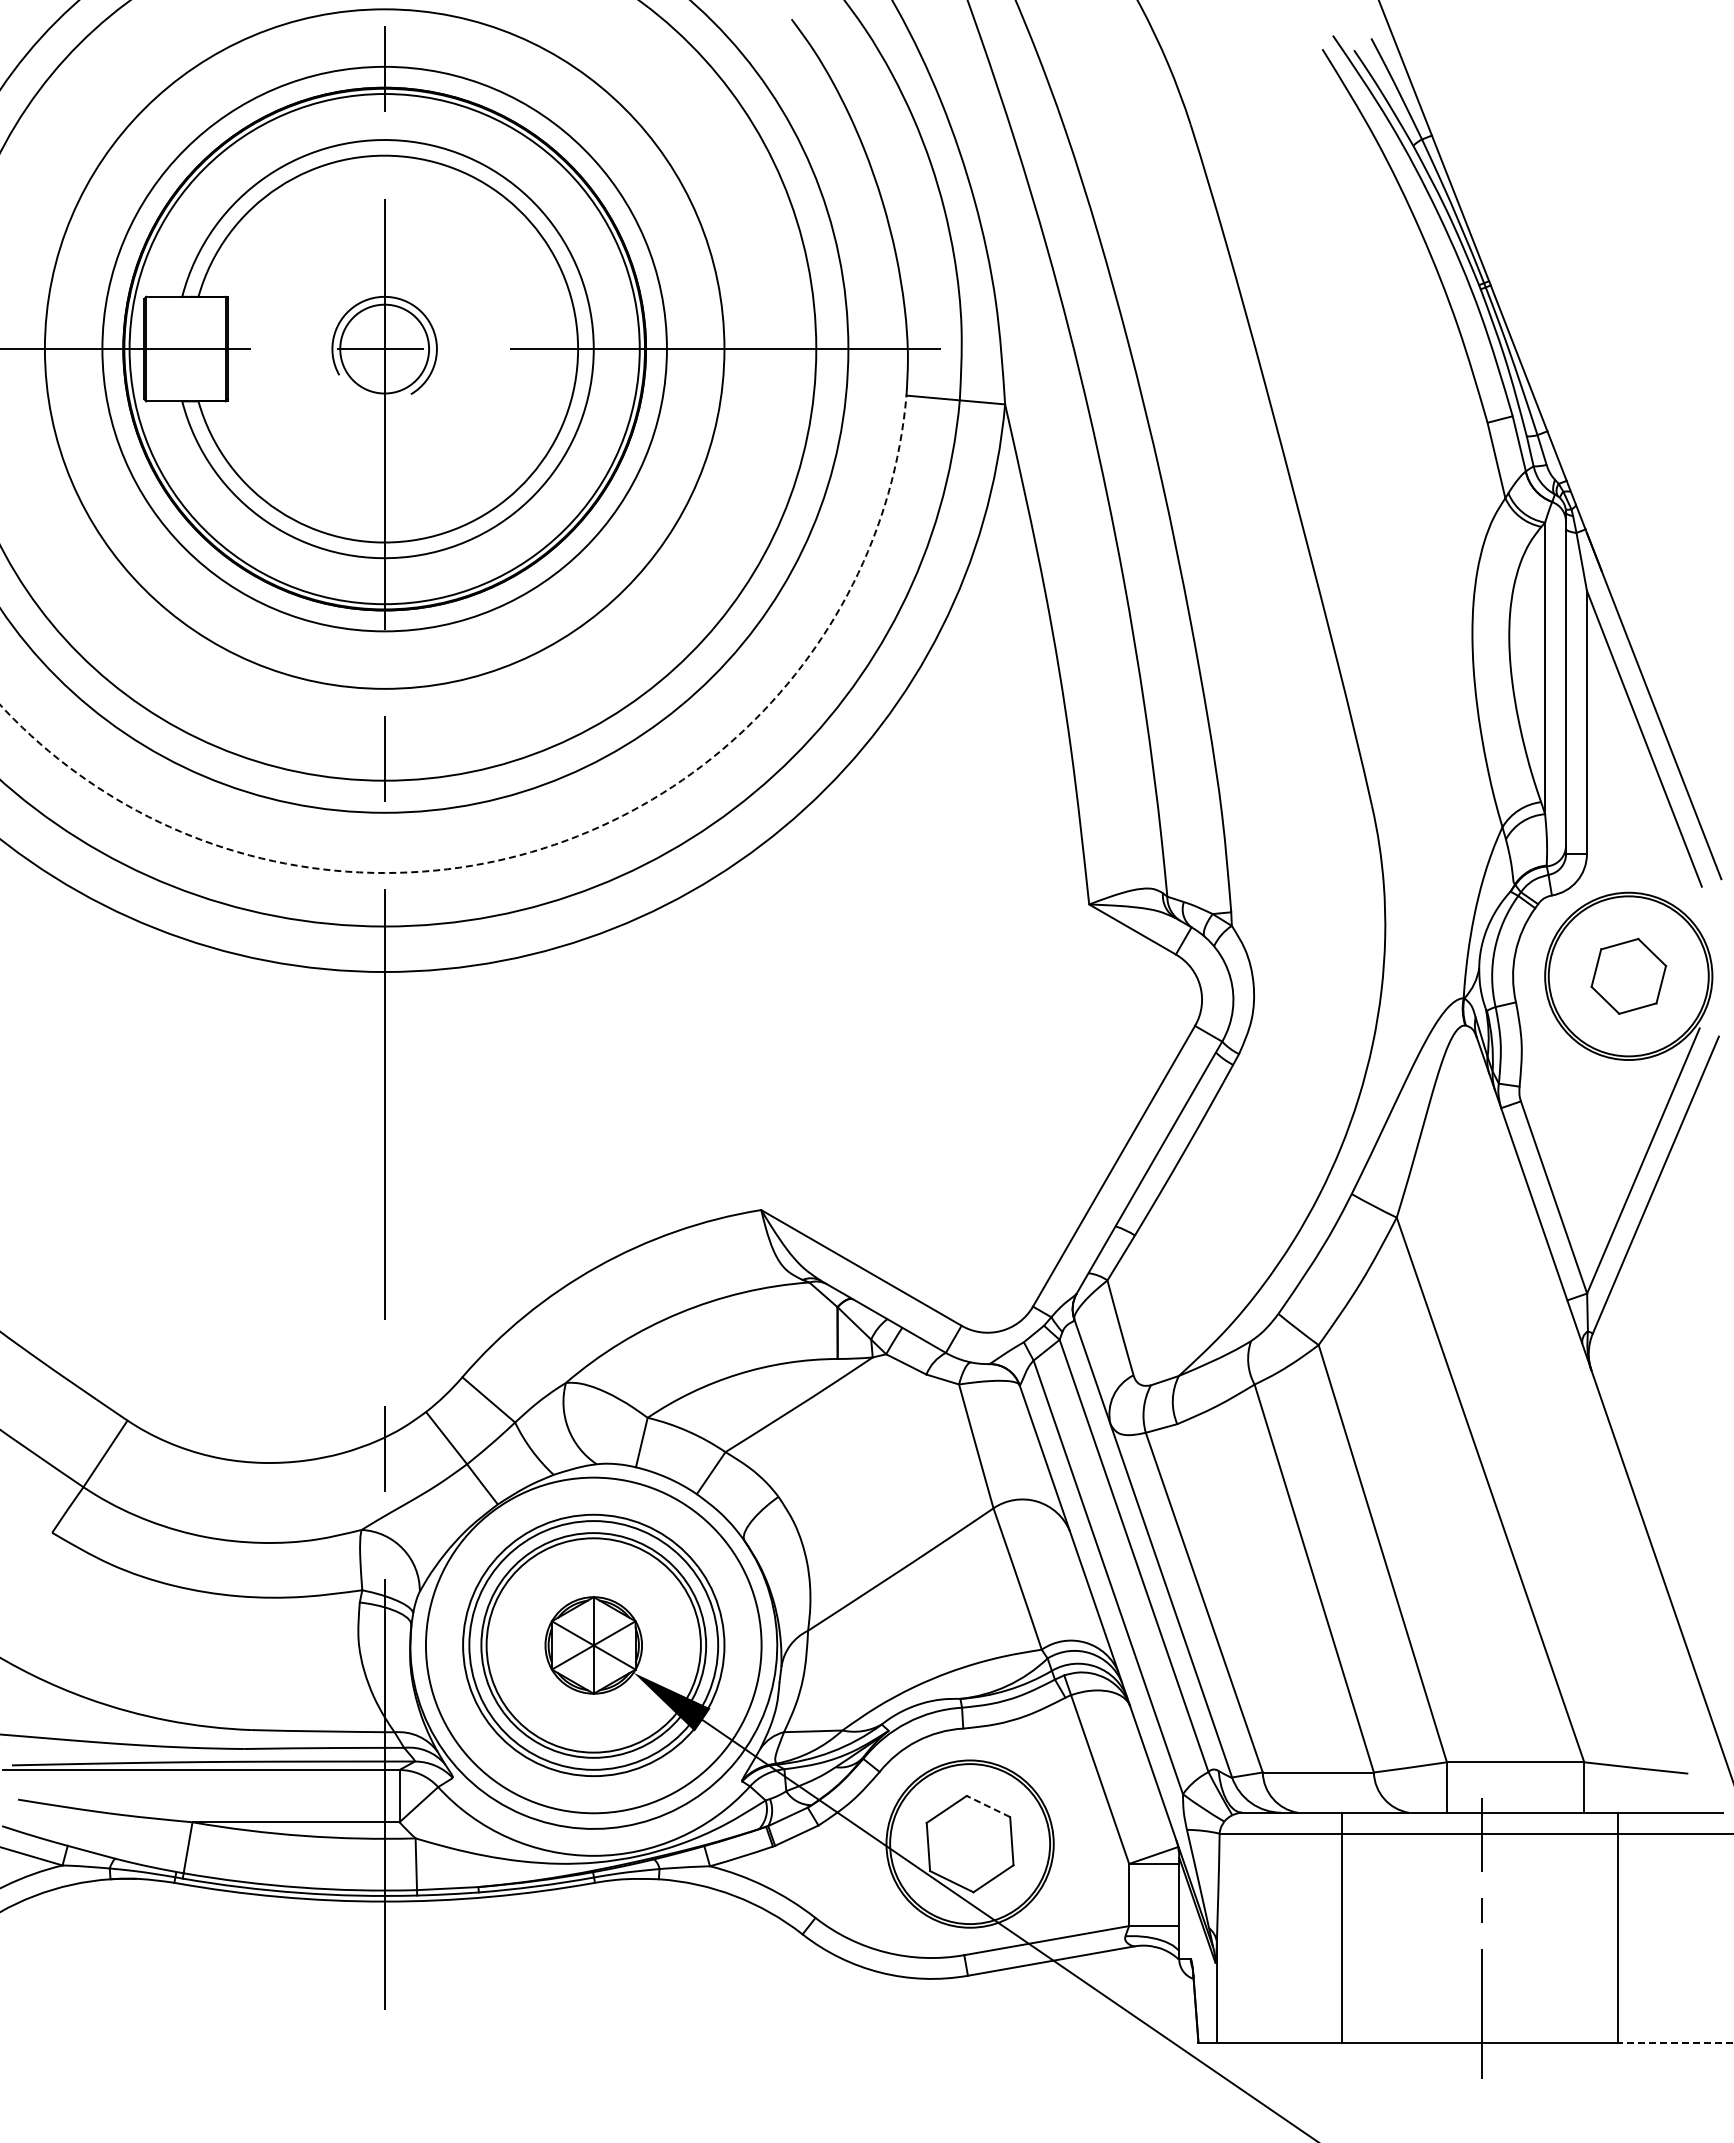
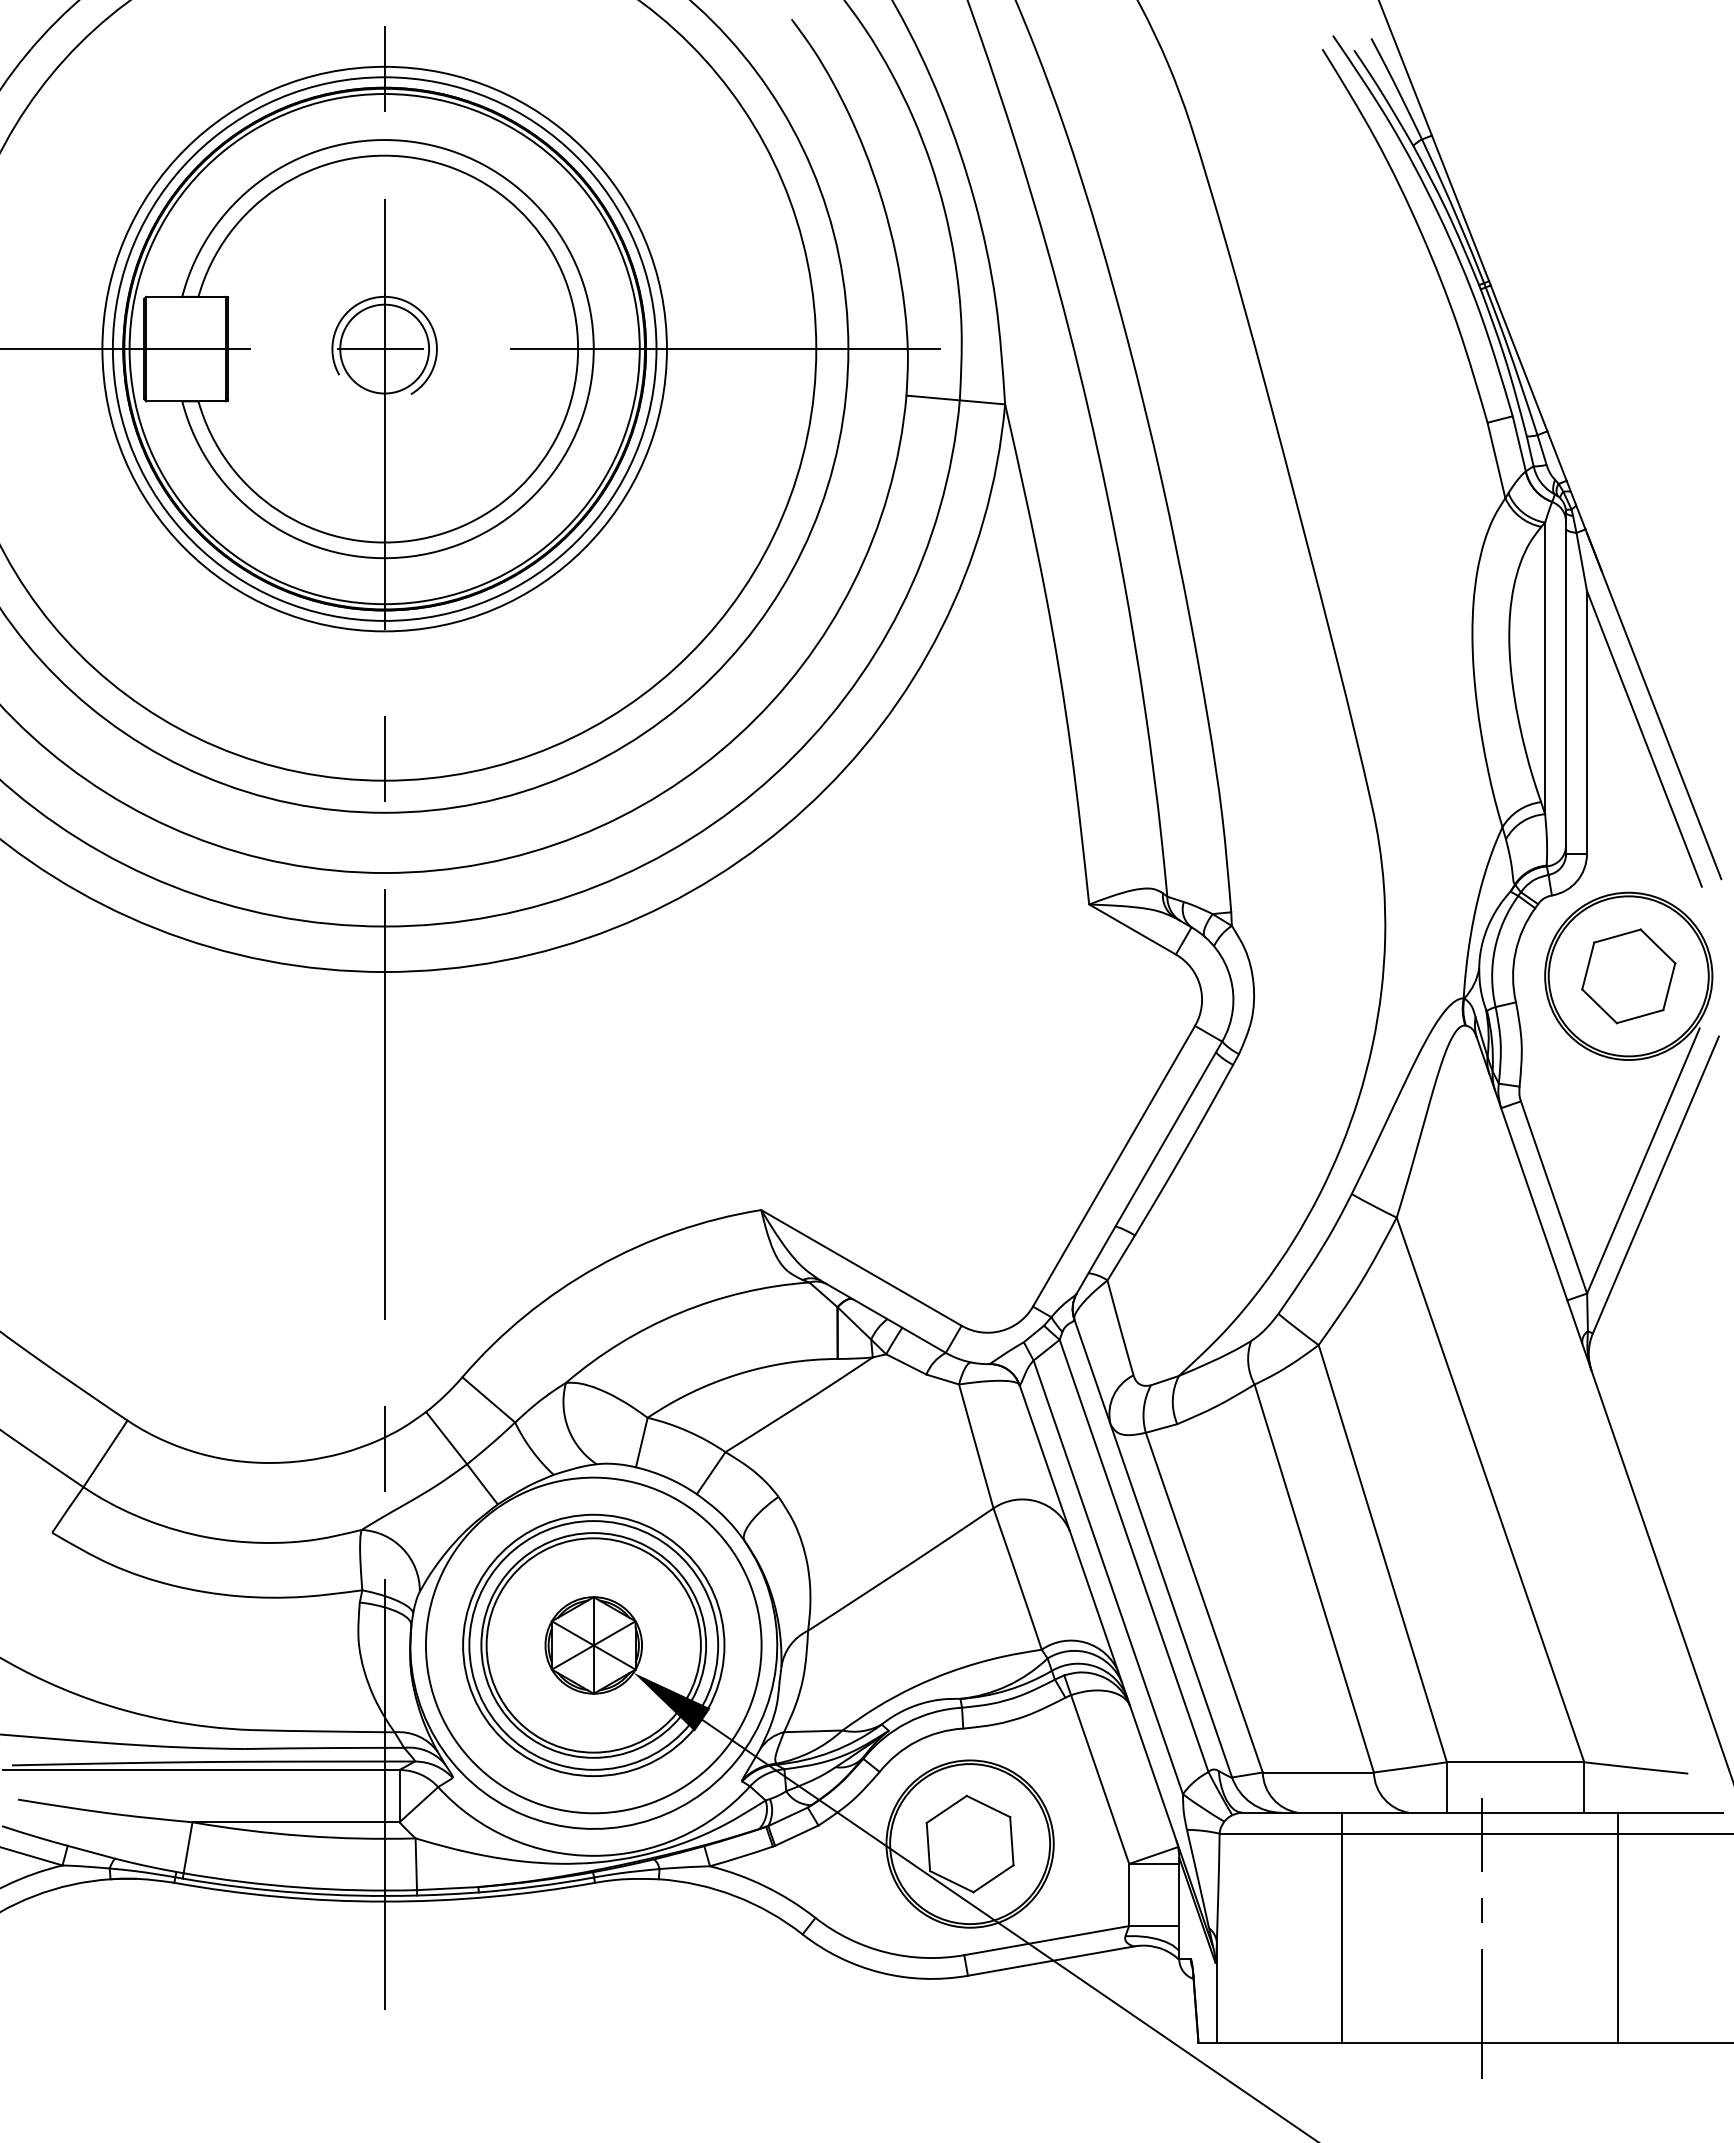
circle at (384, 348) diameter: 680 px -> 544 px
arc at (553, 845): dashed -> solid
part at (1628, 975) size: 78x78 px -> 96x97 px
line at (988, 1806): dashed -> solid
line at (1676, 2042): dashed -> solid
